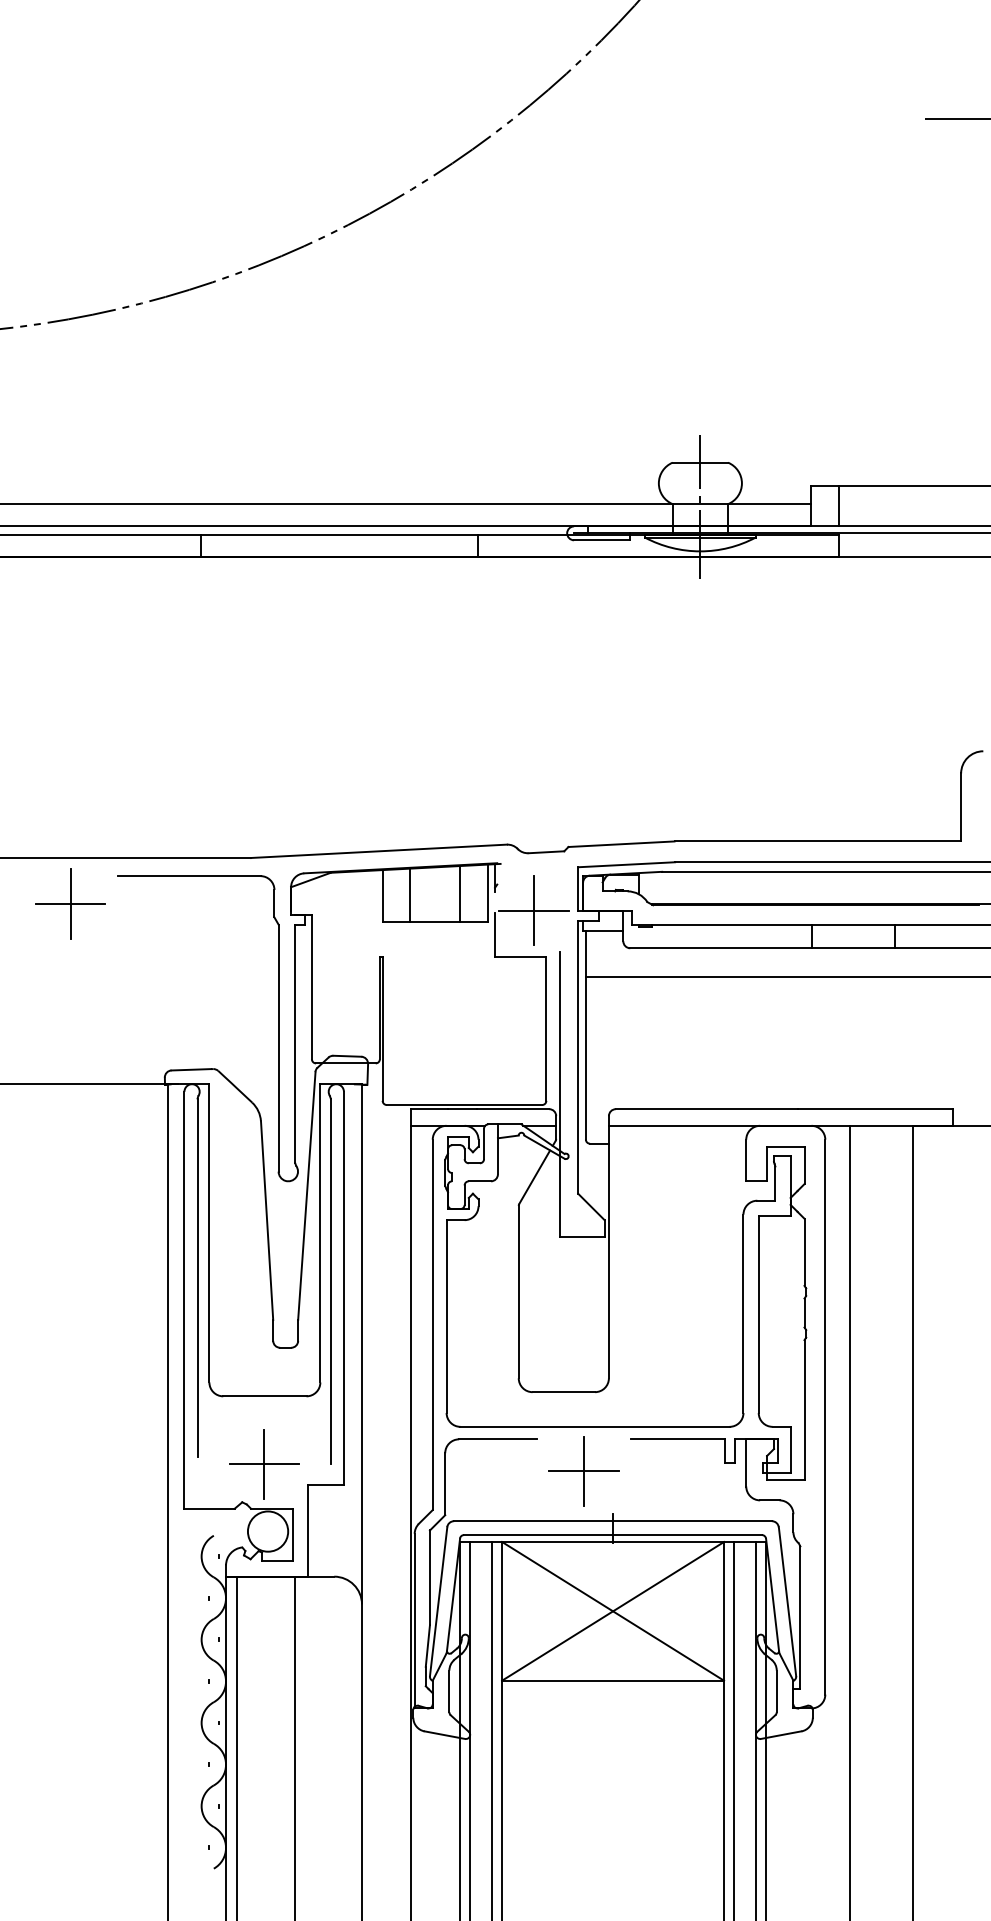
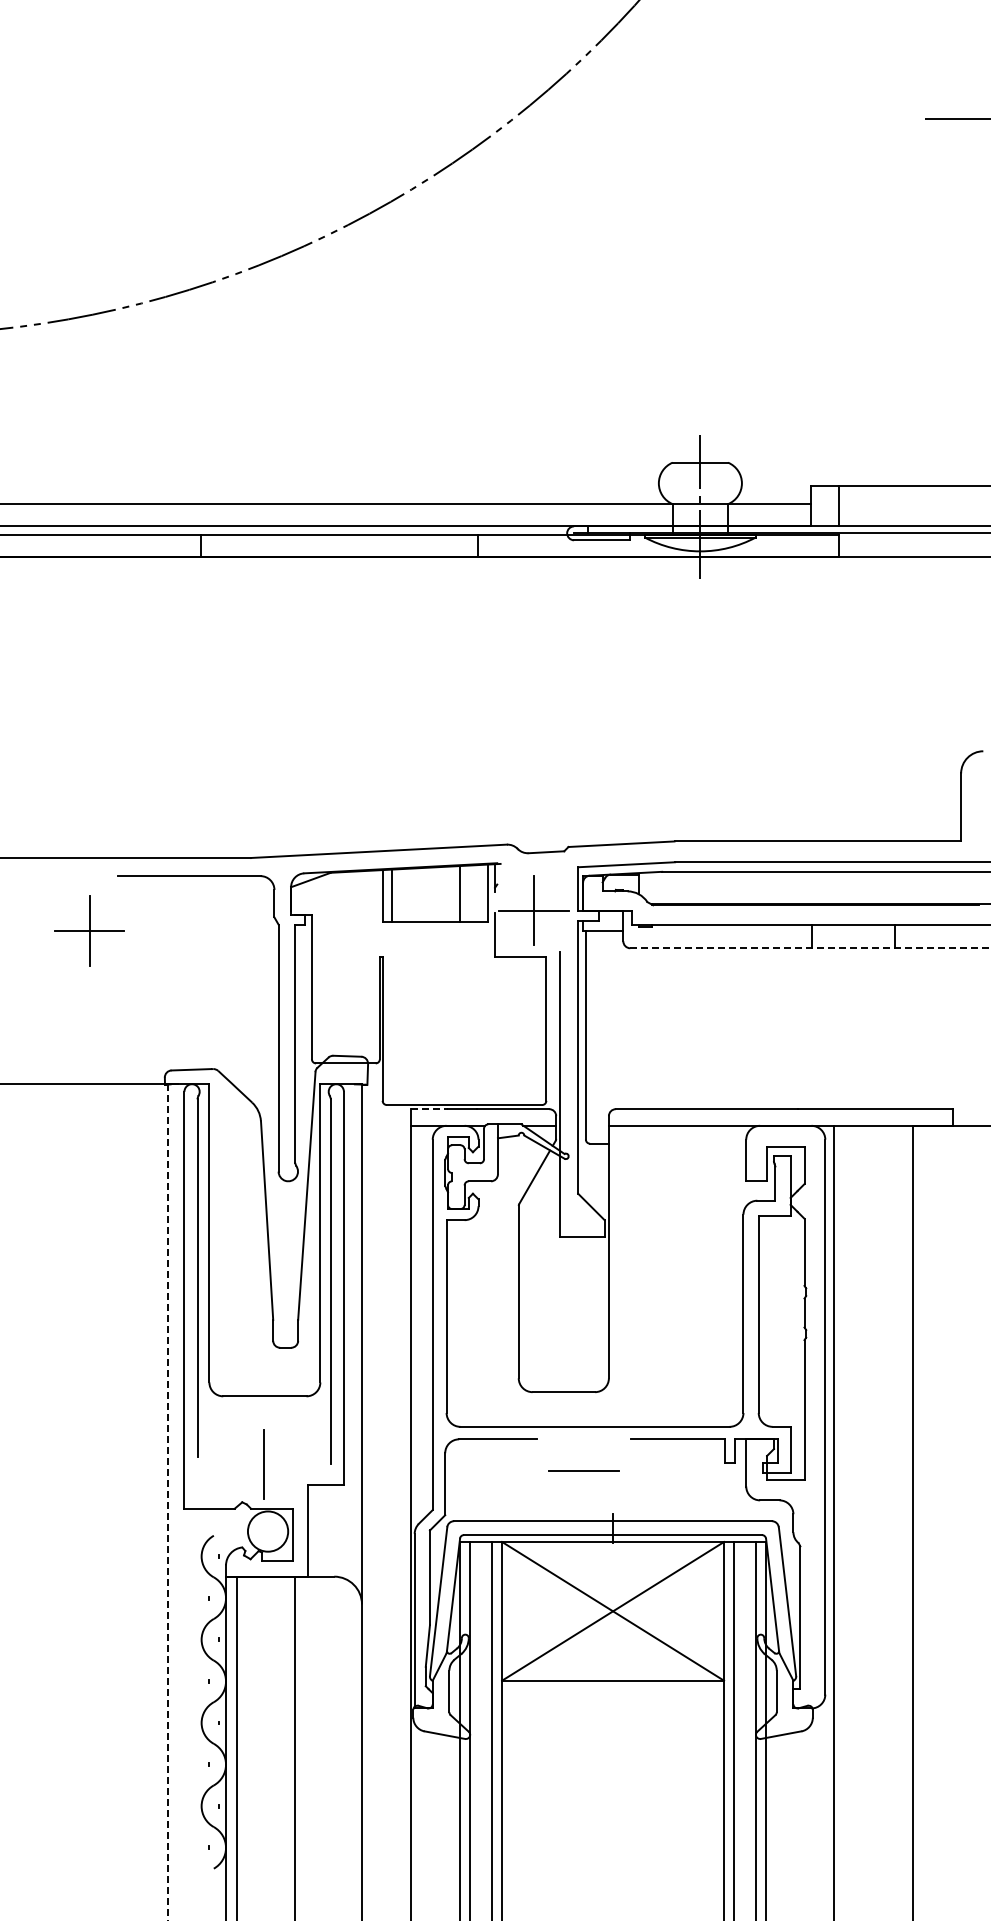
line at (410, 894) position: (410, 894) -> (392, 894)
part at (70, 903) position: (70, 903) -> (89, 930)
line at (810, 948): solid -> dashed
line at (786, 977): present -> none
line at (429, 1109): solid -> dashed
line at (263, 1464): present -> none
line at (583, 1470): present -> none
line at (167, 1503): solid -> dashed
line at (850, 1521) position: (850, 1521) -> (834, 1521)
